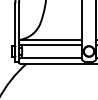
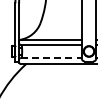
line at (51, 57): solid -> dashed
